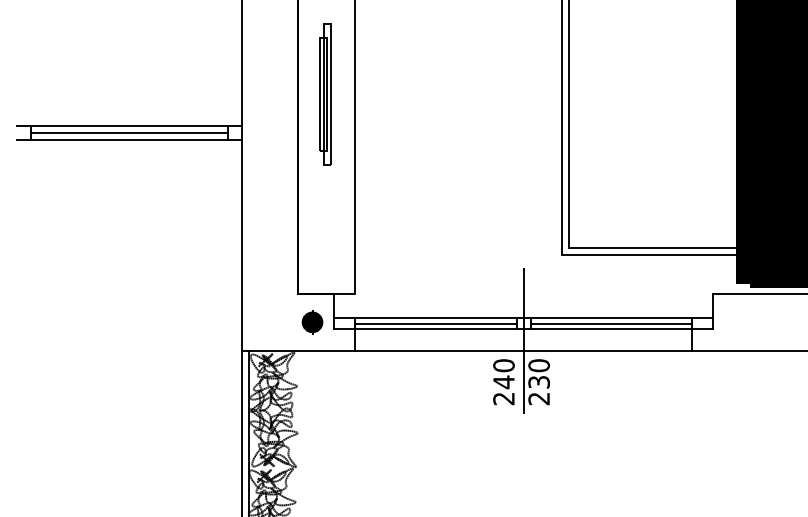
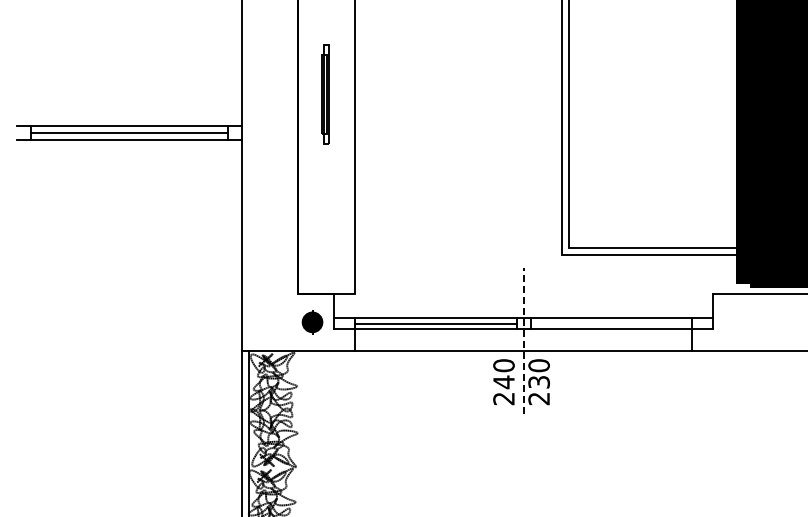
part at (325, 94) size: 13x143 px -> 9x101 px
line at (611, 323): present -> none
line at (523, 340): solid -> dashed
